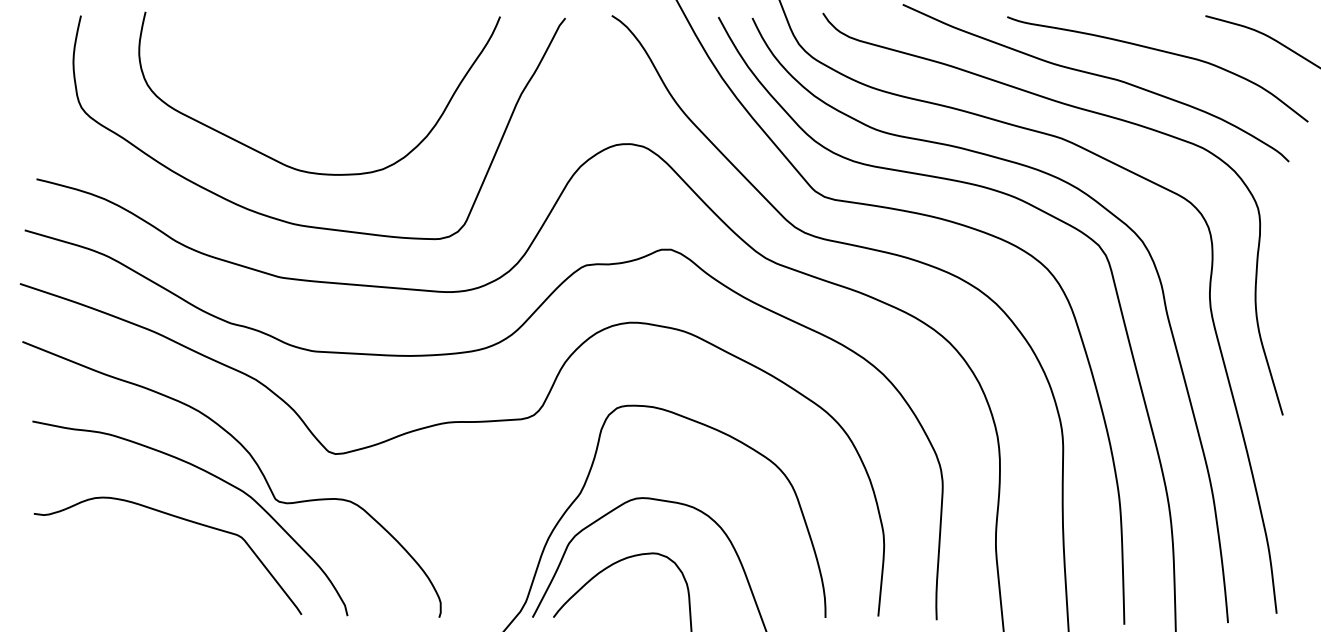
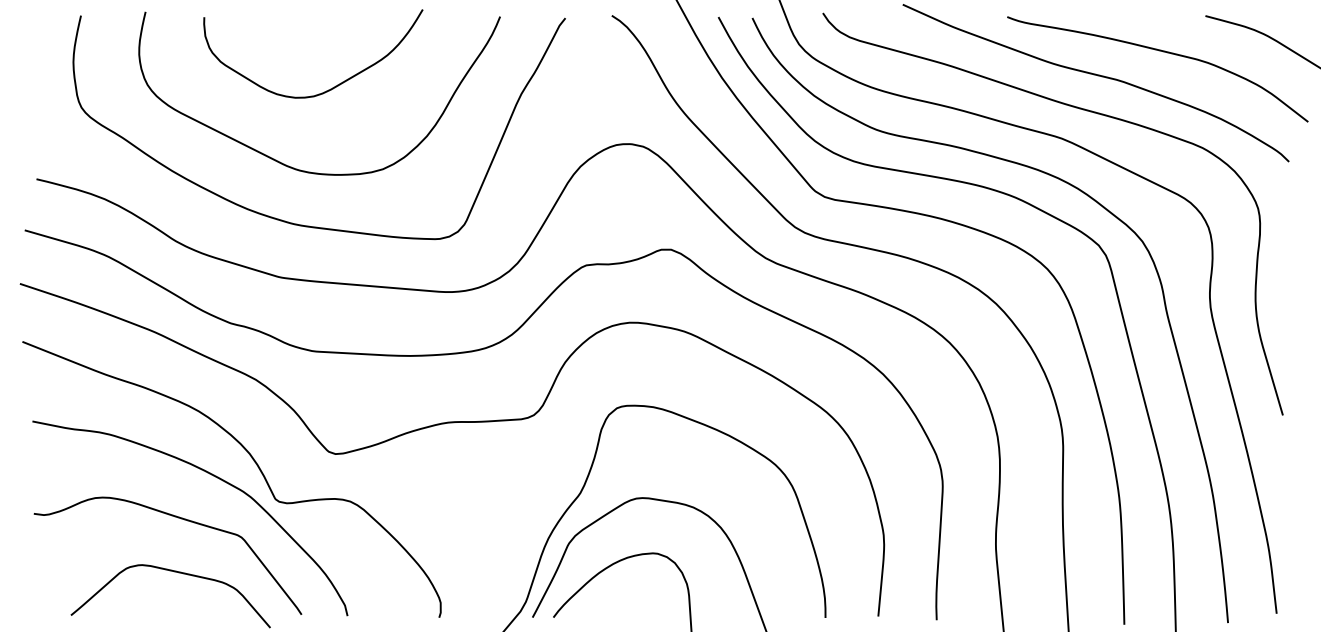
curve at (335, 85): none -> present
curve at (174, 572): none -> present
